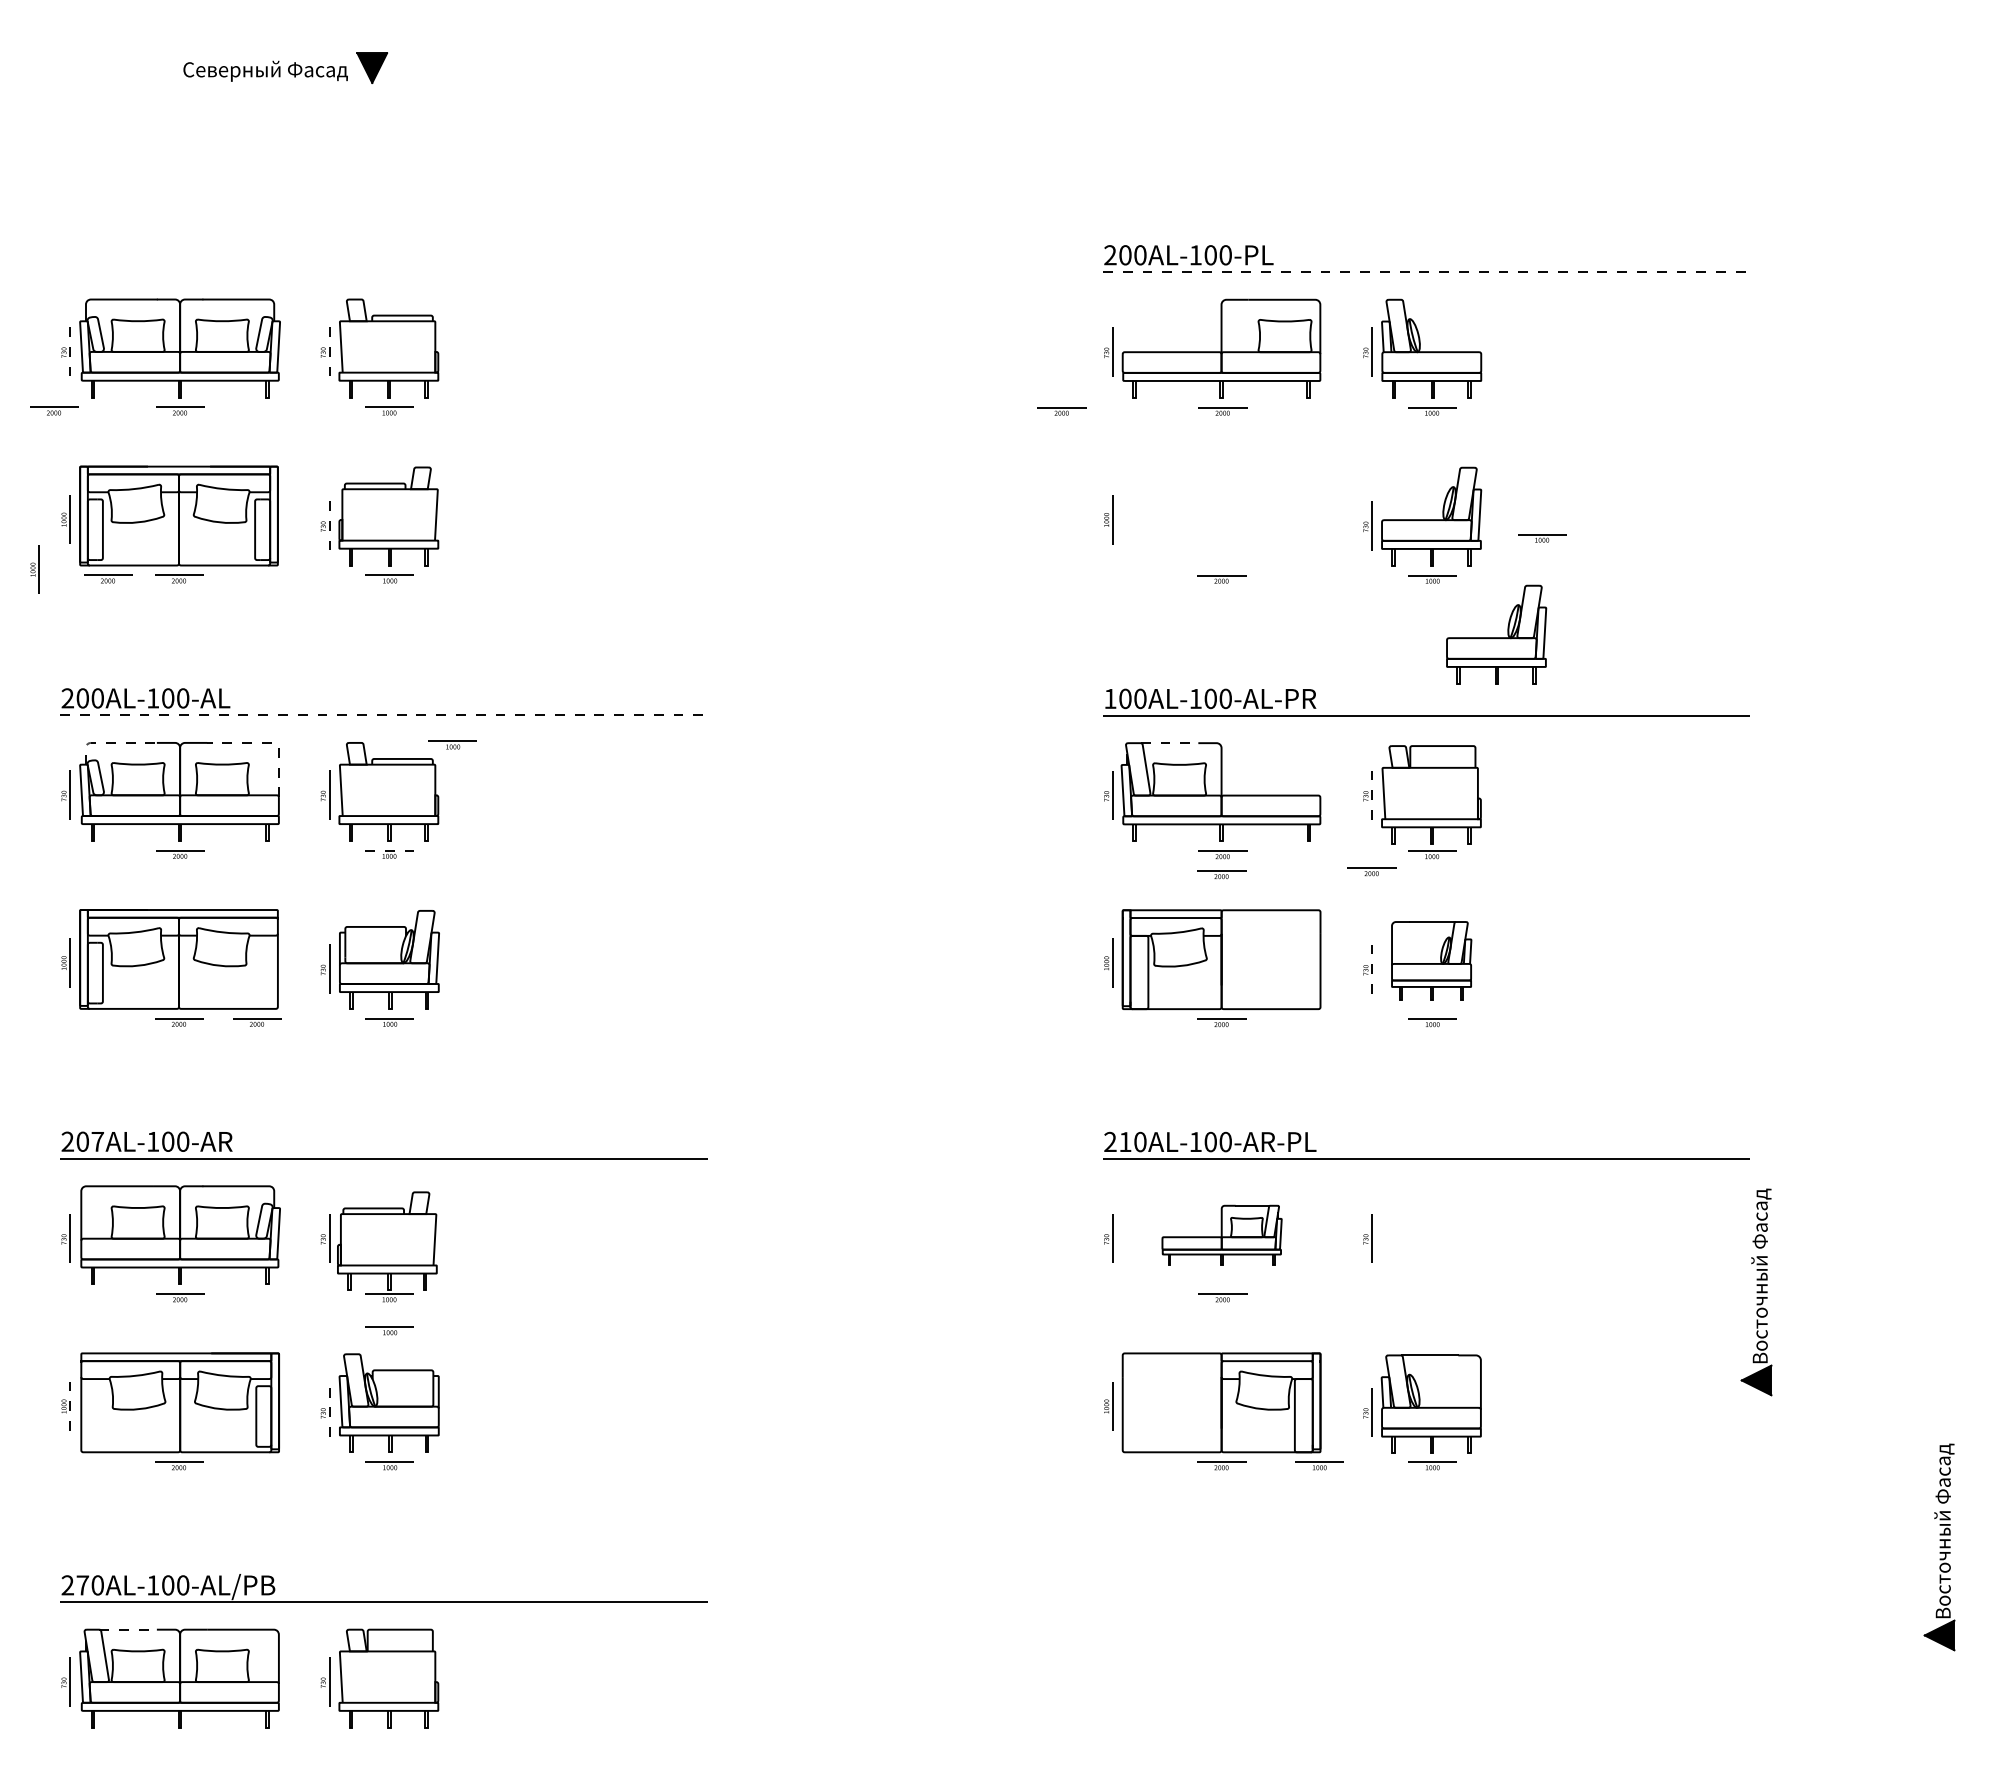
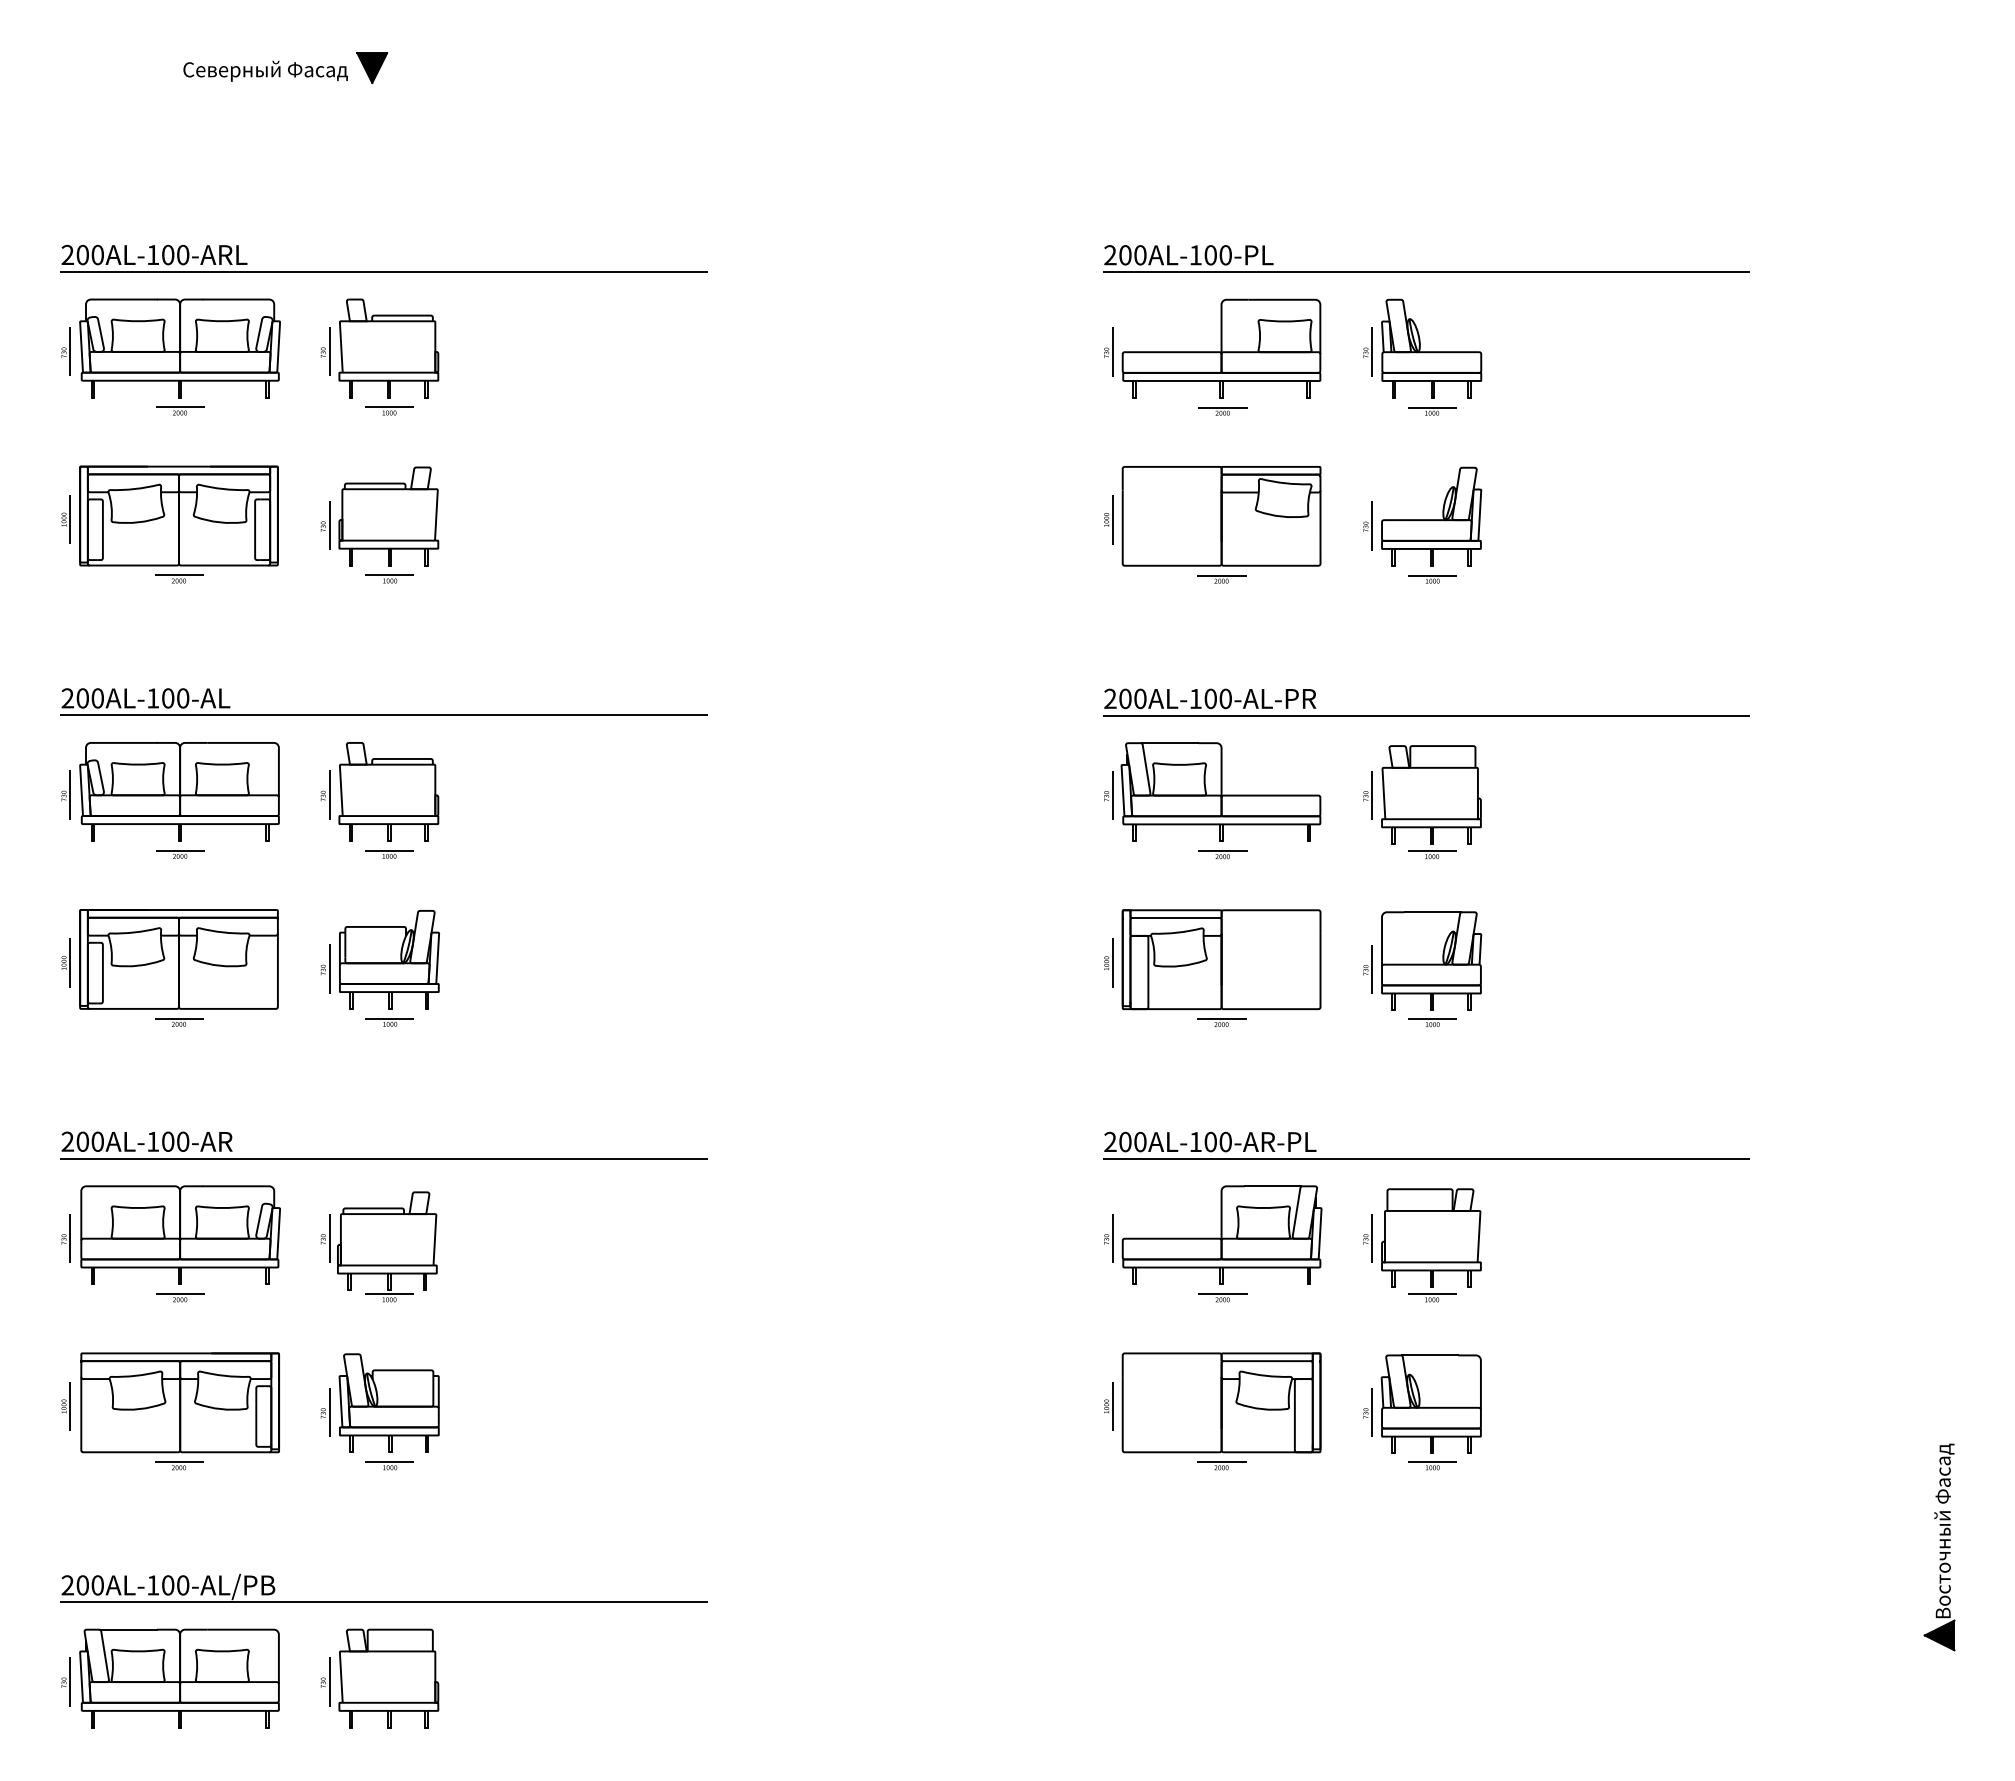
part at (383, 271): none -> present
line at (1426, 272): dashed -> solid
line at (70, 351): dashed -> solid
line at (329, 351): dashed -> solid
part at (54, 410): present -> none
part at (1061, 411): present -> none
part at (1221, 516): none -> present
line at (329, 525): dashed -> solid
part at (1542, 538): present -> none
part at (34, 569): present -> none
part at (108, 578): present -> none
part at (1496, 634): present -> none
text at (1110, 698): 100AL-100-AL-PR -> 200AL-100-AL-PR
line at (383, 715): dashed -> solid
line at (107, 742): dashed -> solid
line at (273, 742): dashed -> solid
line at (1170, 743): dashed -> solid
part at (452, 744): present -> none
line at (1372, 795): dashed -> solid
line at (389, 850): dashed -> solid
part at (1371, 871): present -> none
part at (1221, 874): present -> none
part at (1431, 960) size: 82x80 px -> 102x100 px
line at (1372, 969): dashed -> solid
part at (257, 1022): present -> none
text at (97, 1141): 207AL-100-AR -> 200AL-100-AR
text at (1125, 1141): 210AL-100-AR-PL -> 200AL-100-AR-PL
part at (1221, 1234) size: 122x62 px -> 202x100 px
part at (1431, 1245): none -> present
part at (1756, 1292): present -> none
part at (389, 1330): present -> none
line at (70, 1406): dashed -> solid
line at (329, 1412): dashed -> solid
part at (1319, 1465): present -> none
text at (82, 1585): 270AL-100-AL/PB -> 200AL-100-AL/PB
line at (128, 1629): dashed -> solid
